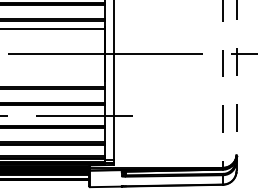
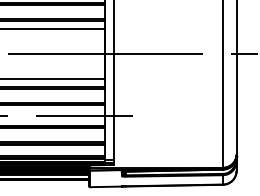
line at (53, 79): none -> present
line at (223, 84): dashed -> solid
line at (236, 85): dashed -> solid
